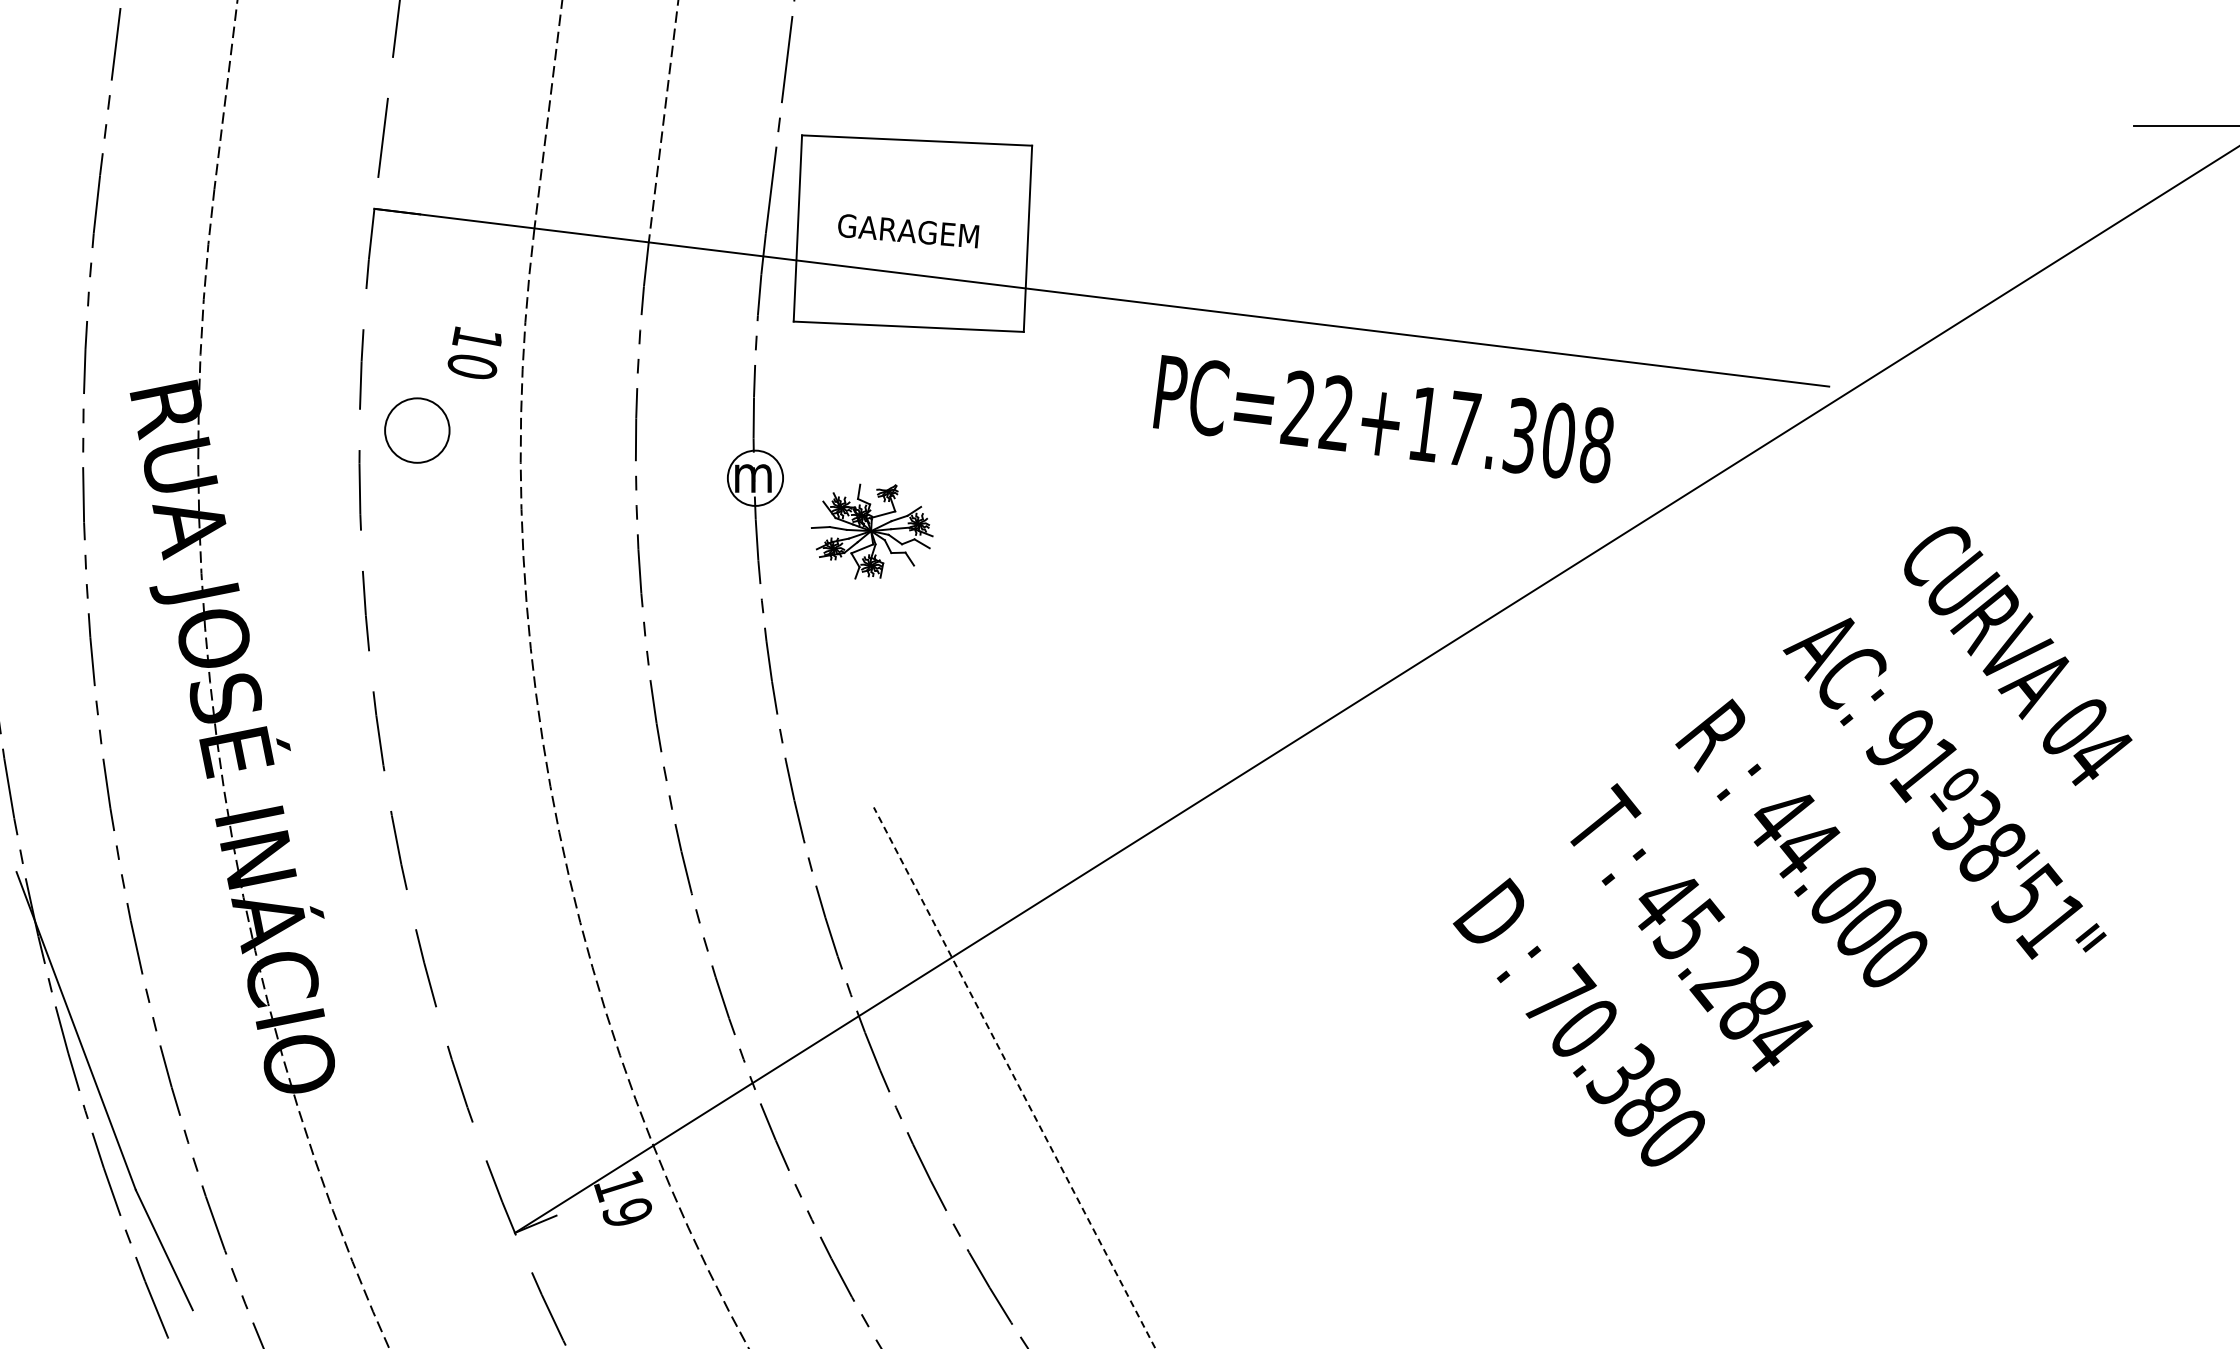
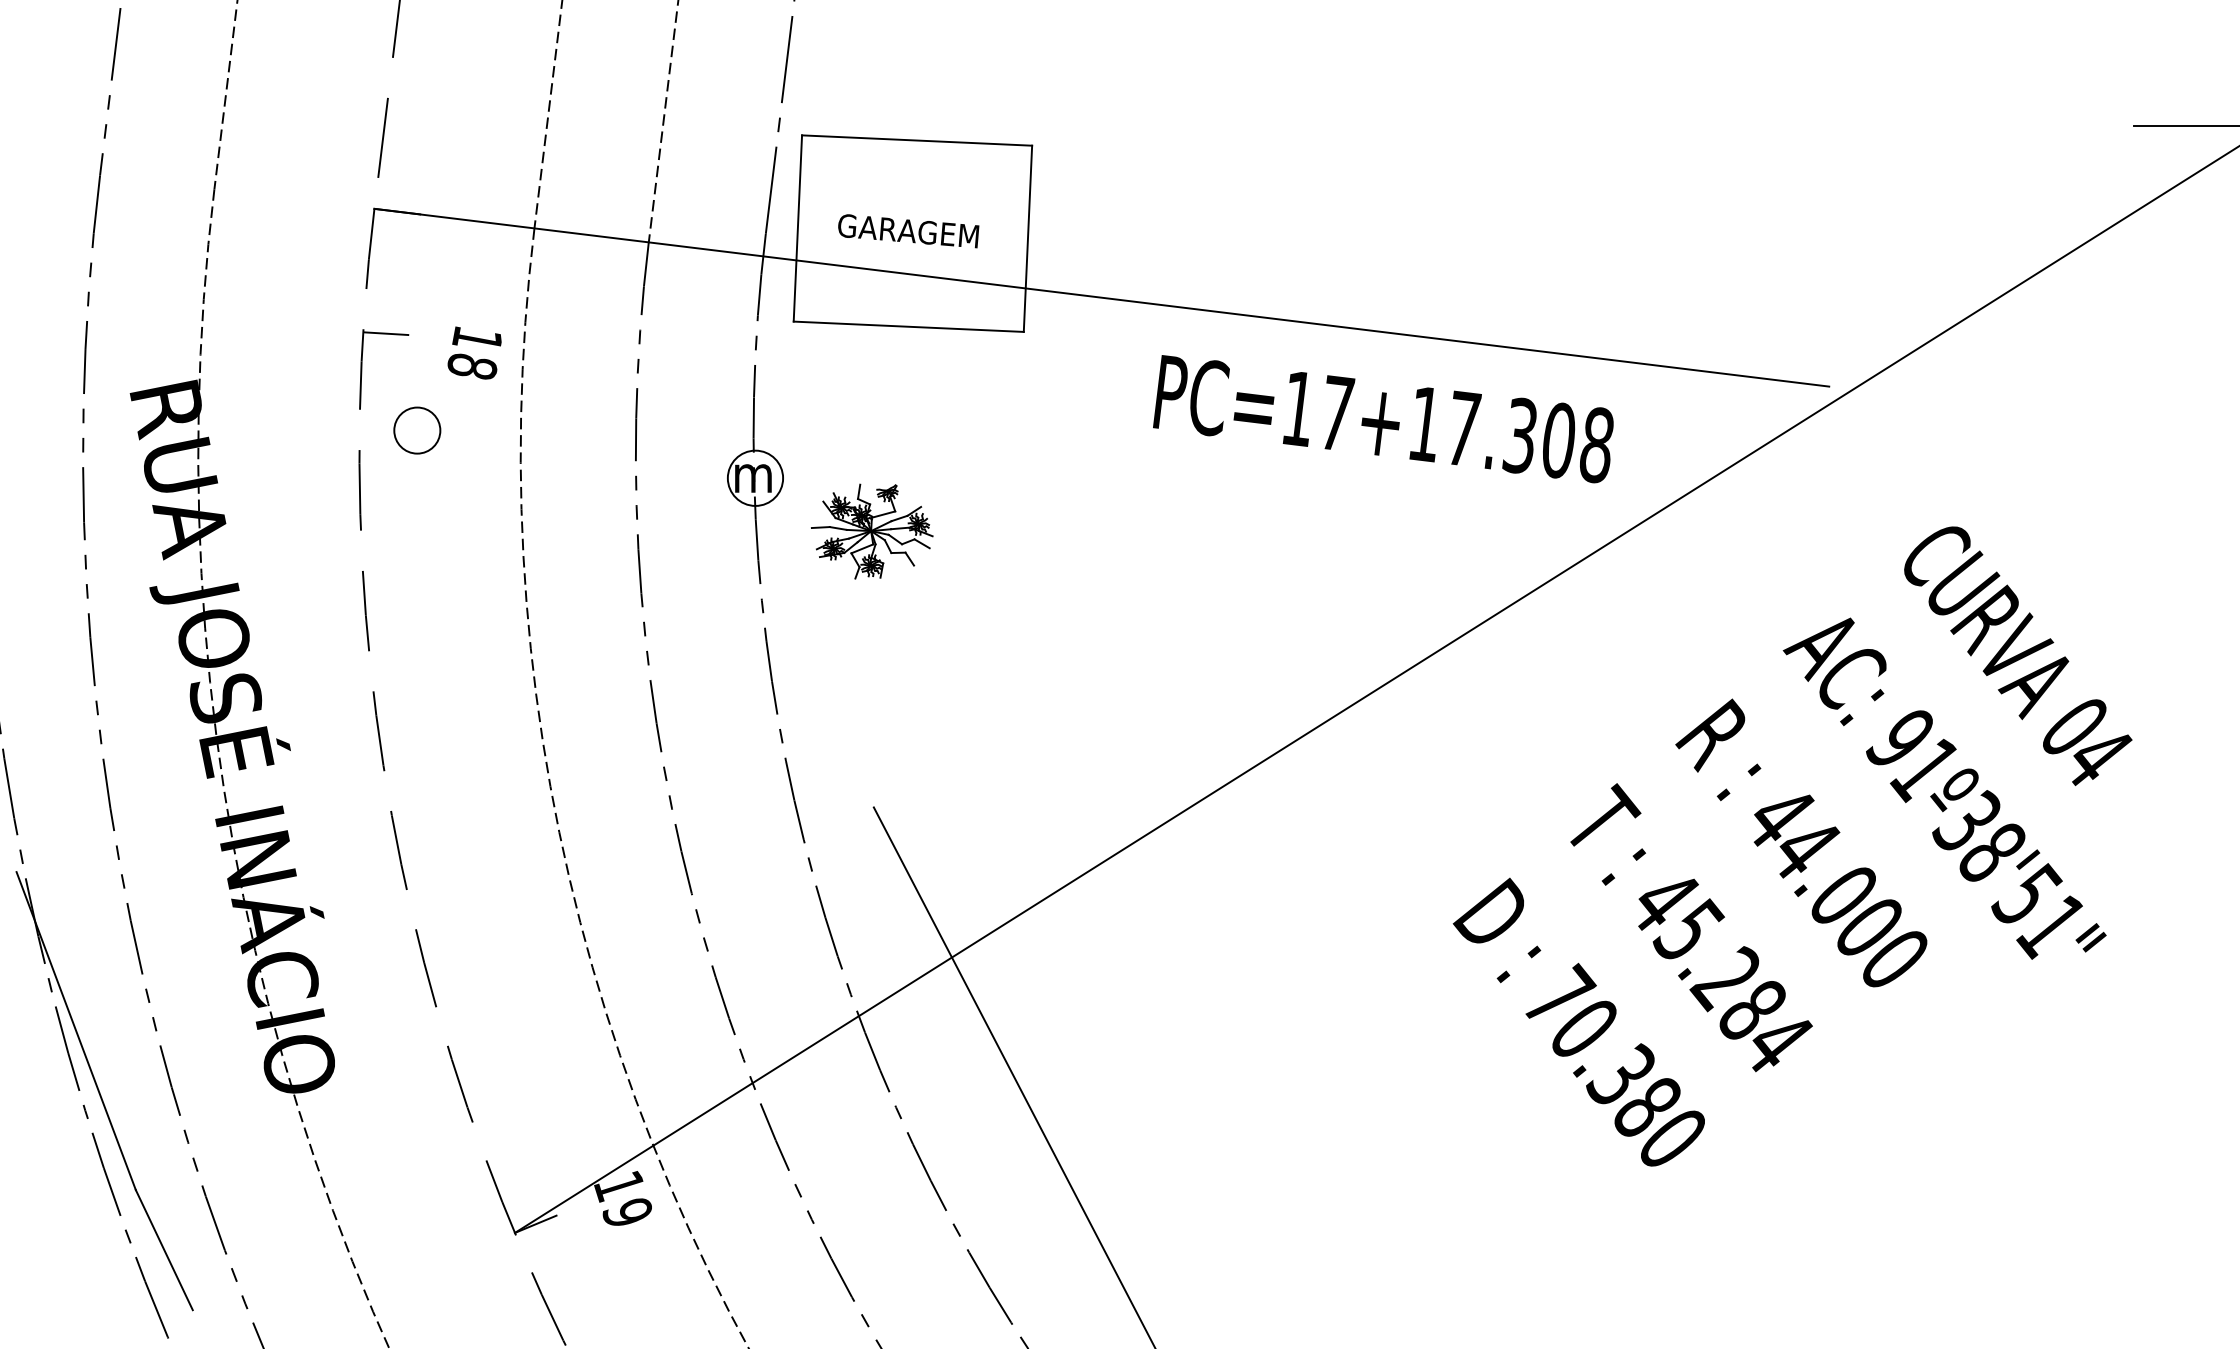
line at (386, 333): none -> present
text at (472, 366): 10 -> 18
text at (1317, 410): PC=22+17.308 -> PC=17+17.308
circle at (417, 430) diameter: 64 px -> 46 px
line at (1014, 1077): dashed -> solid
